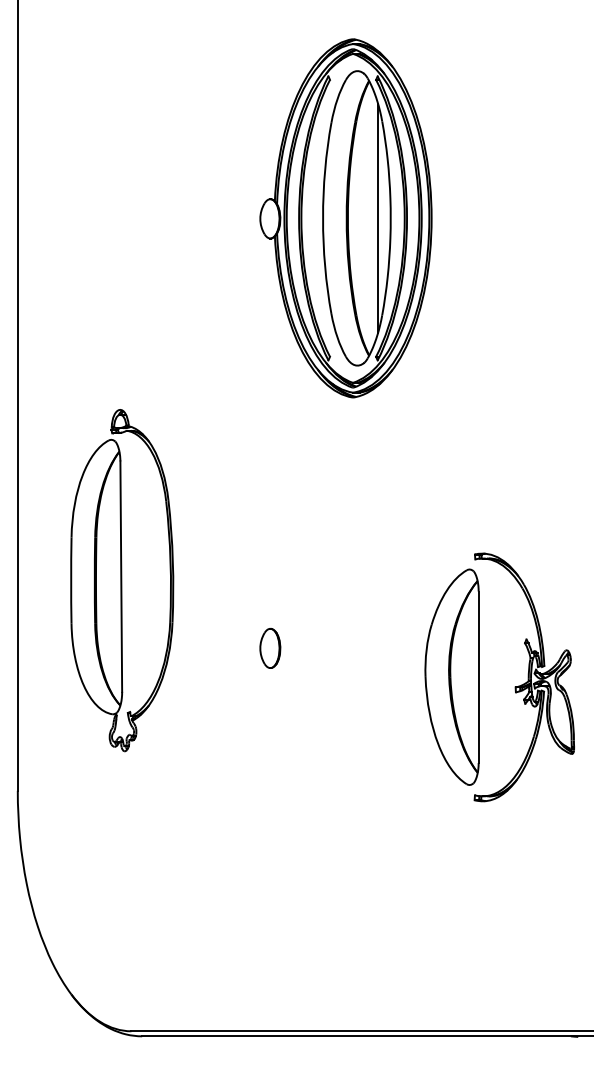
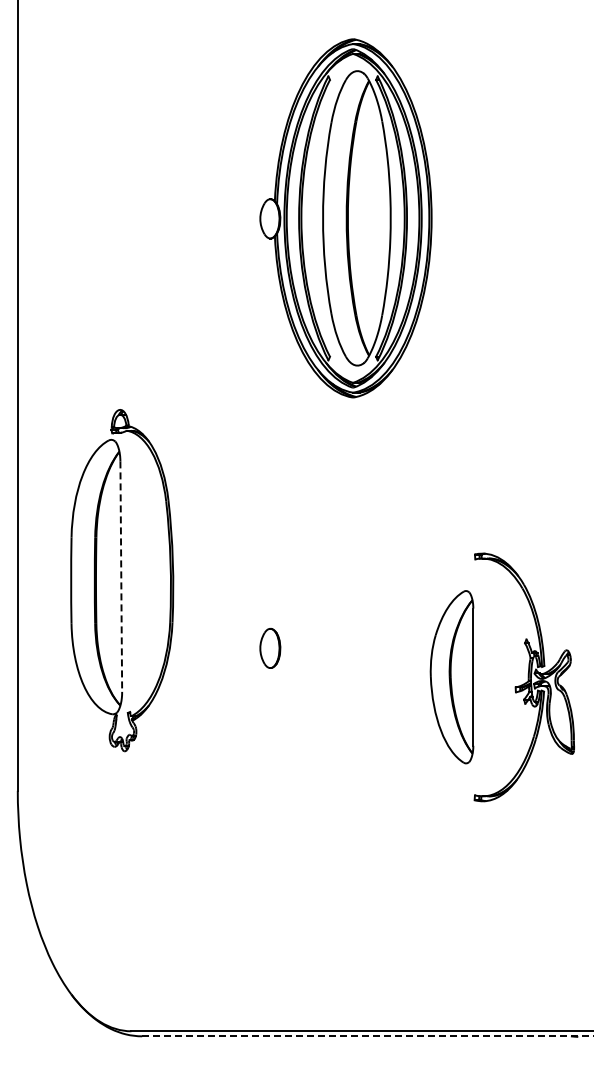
line at (378, 218): present -> none
line at (121, 577): solid -> dashed
part at (451, 676) size: 56x218 px -> 46x175 px
line at (368, 1036): solid -> dashed
